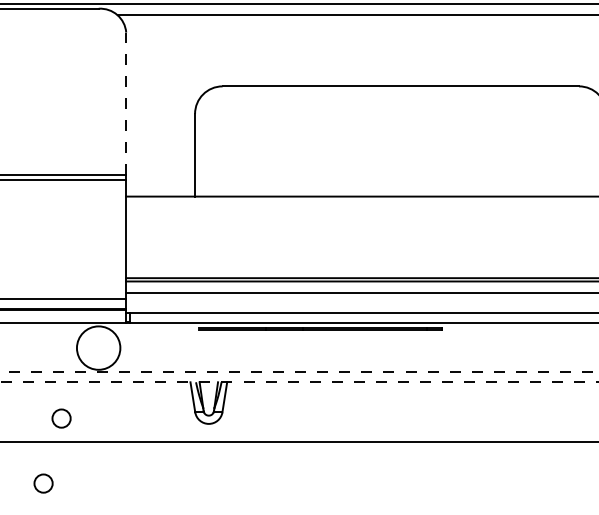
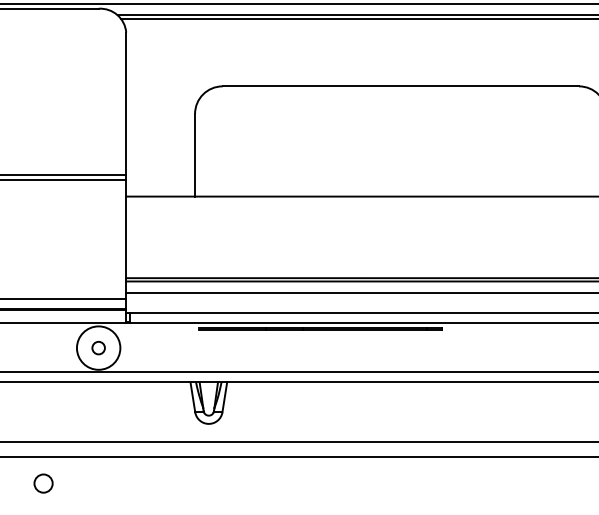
line at (357, 18): none -> present
line at (126, 103): dashed -> solid
circle at (98, 348): none -> present
line at (299, 372): dashed -> solid
line at (299, 382): dashed -> solid
circle at (61, 418): present -> none
line at (298, 457): none -> present
